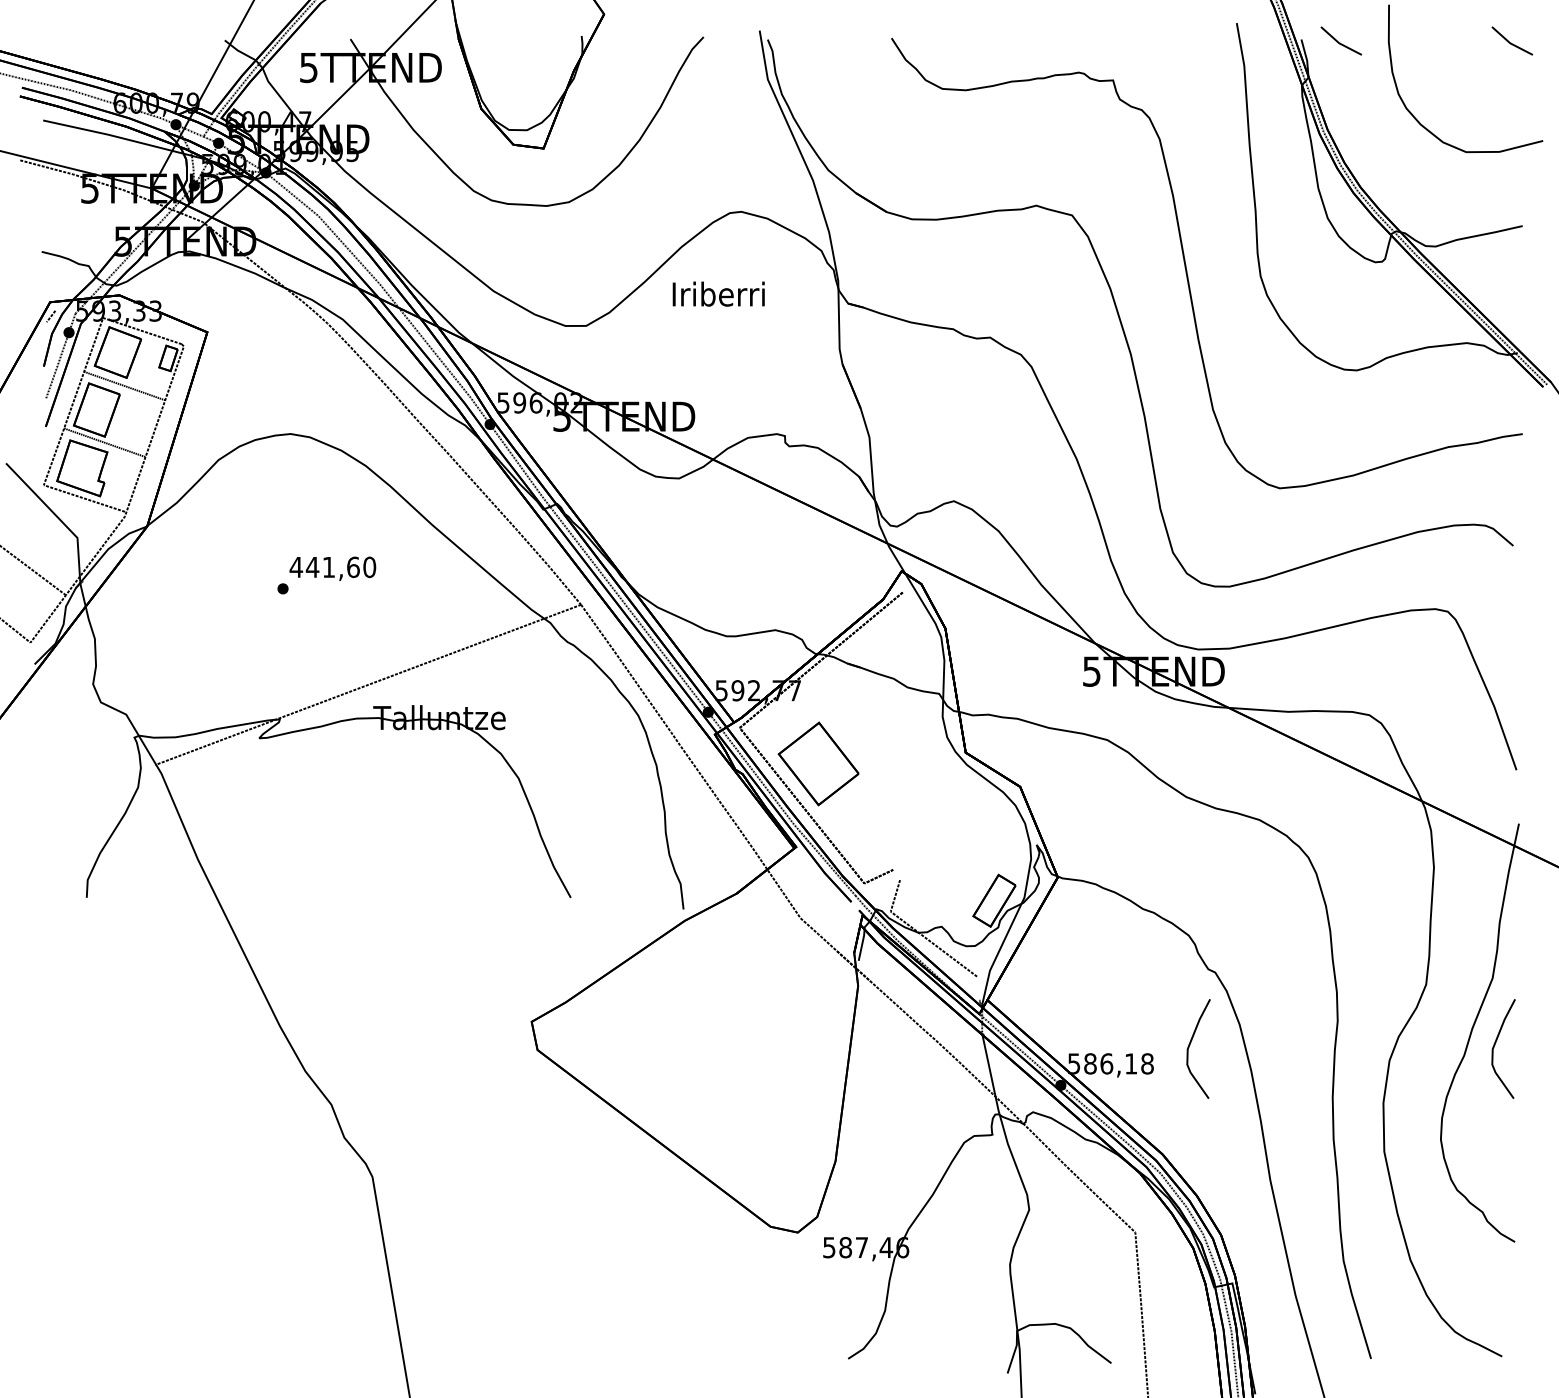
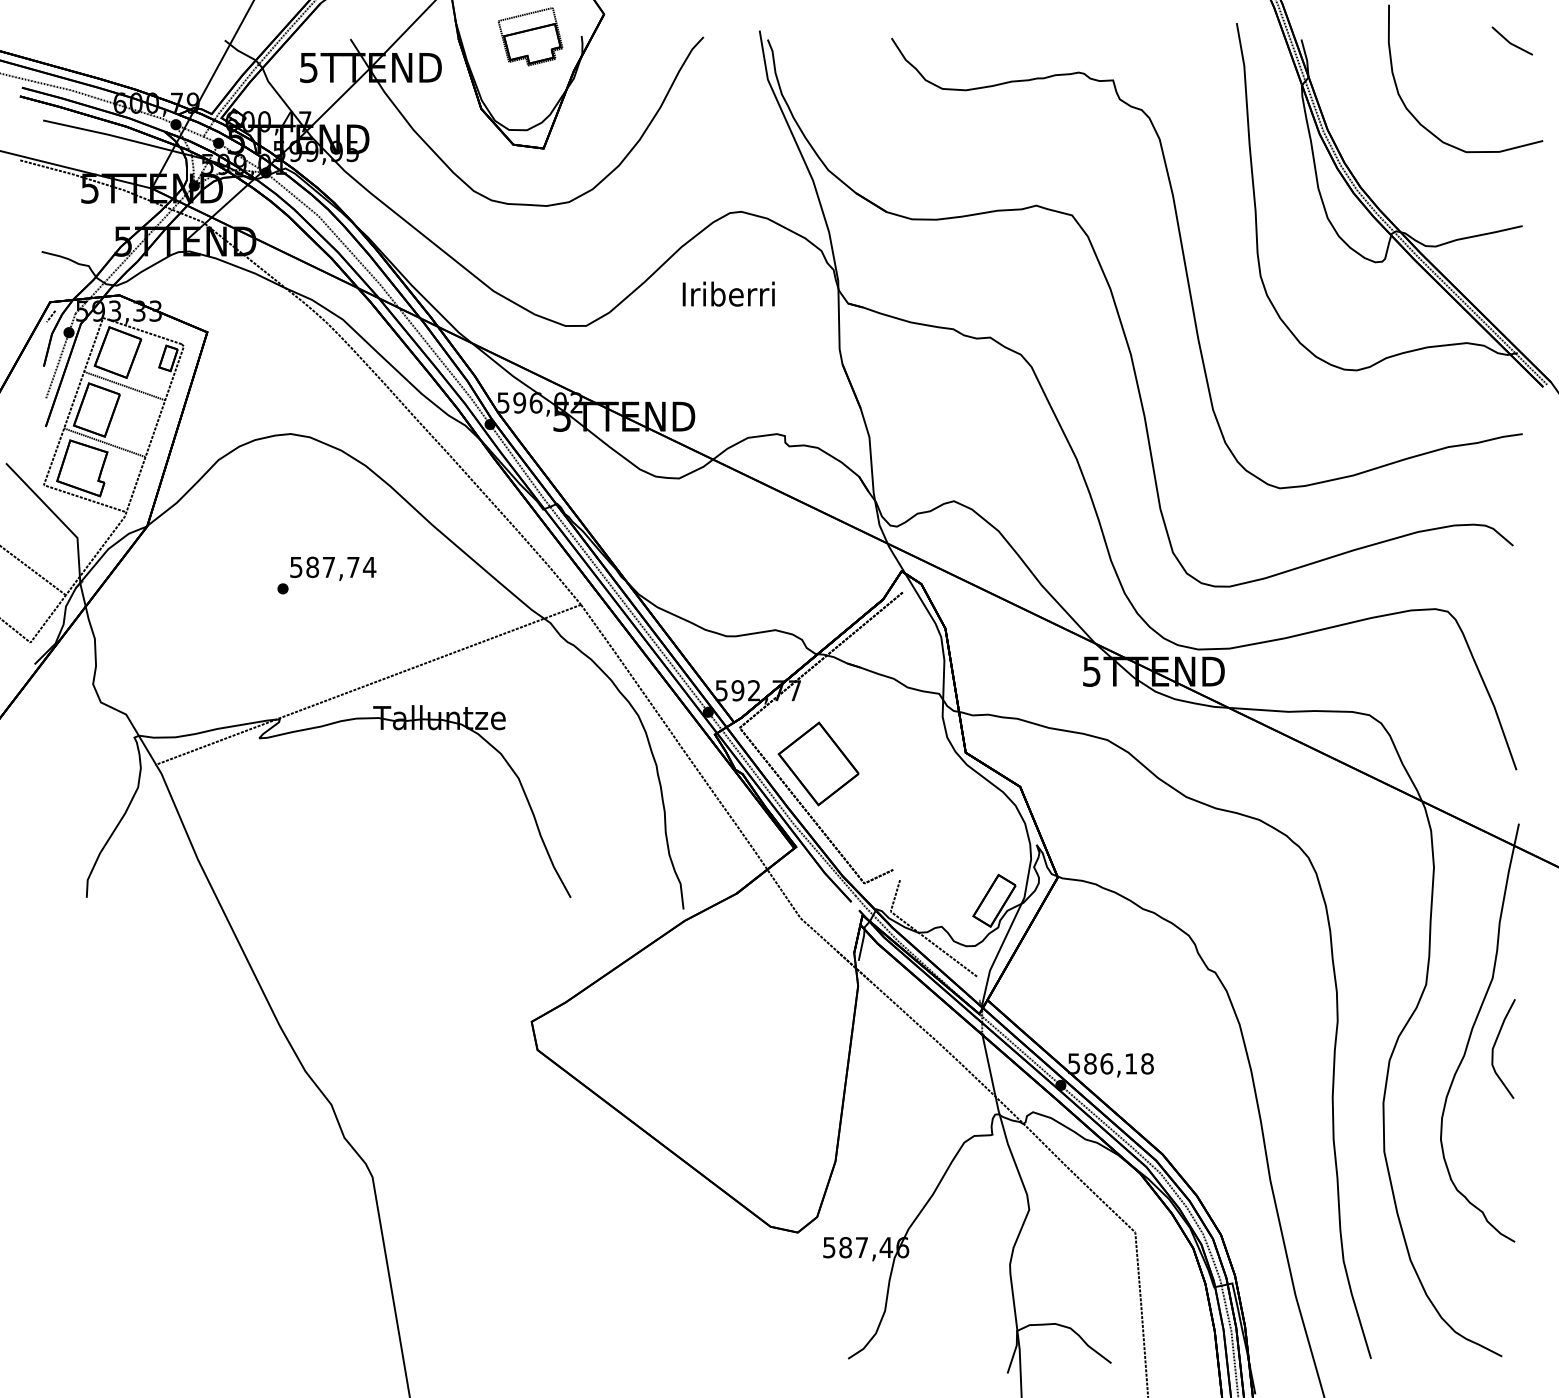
part at (530, 36): none -> present
part at (1341, 40): present -> none
text at (718, 293) position: (718, 293) -> (728, 293)
text at (332, 567): 441,60 -> 587,74
curve at (1190, 1045): present -> none
